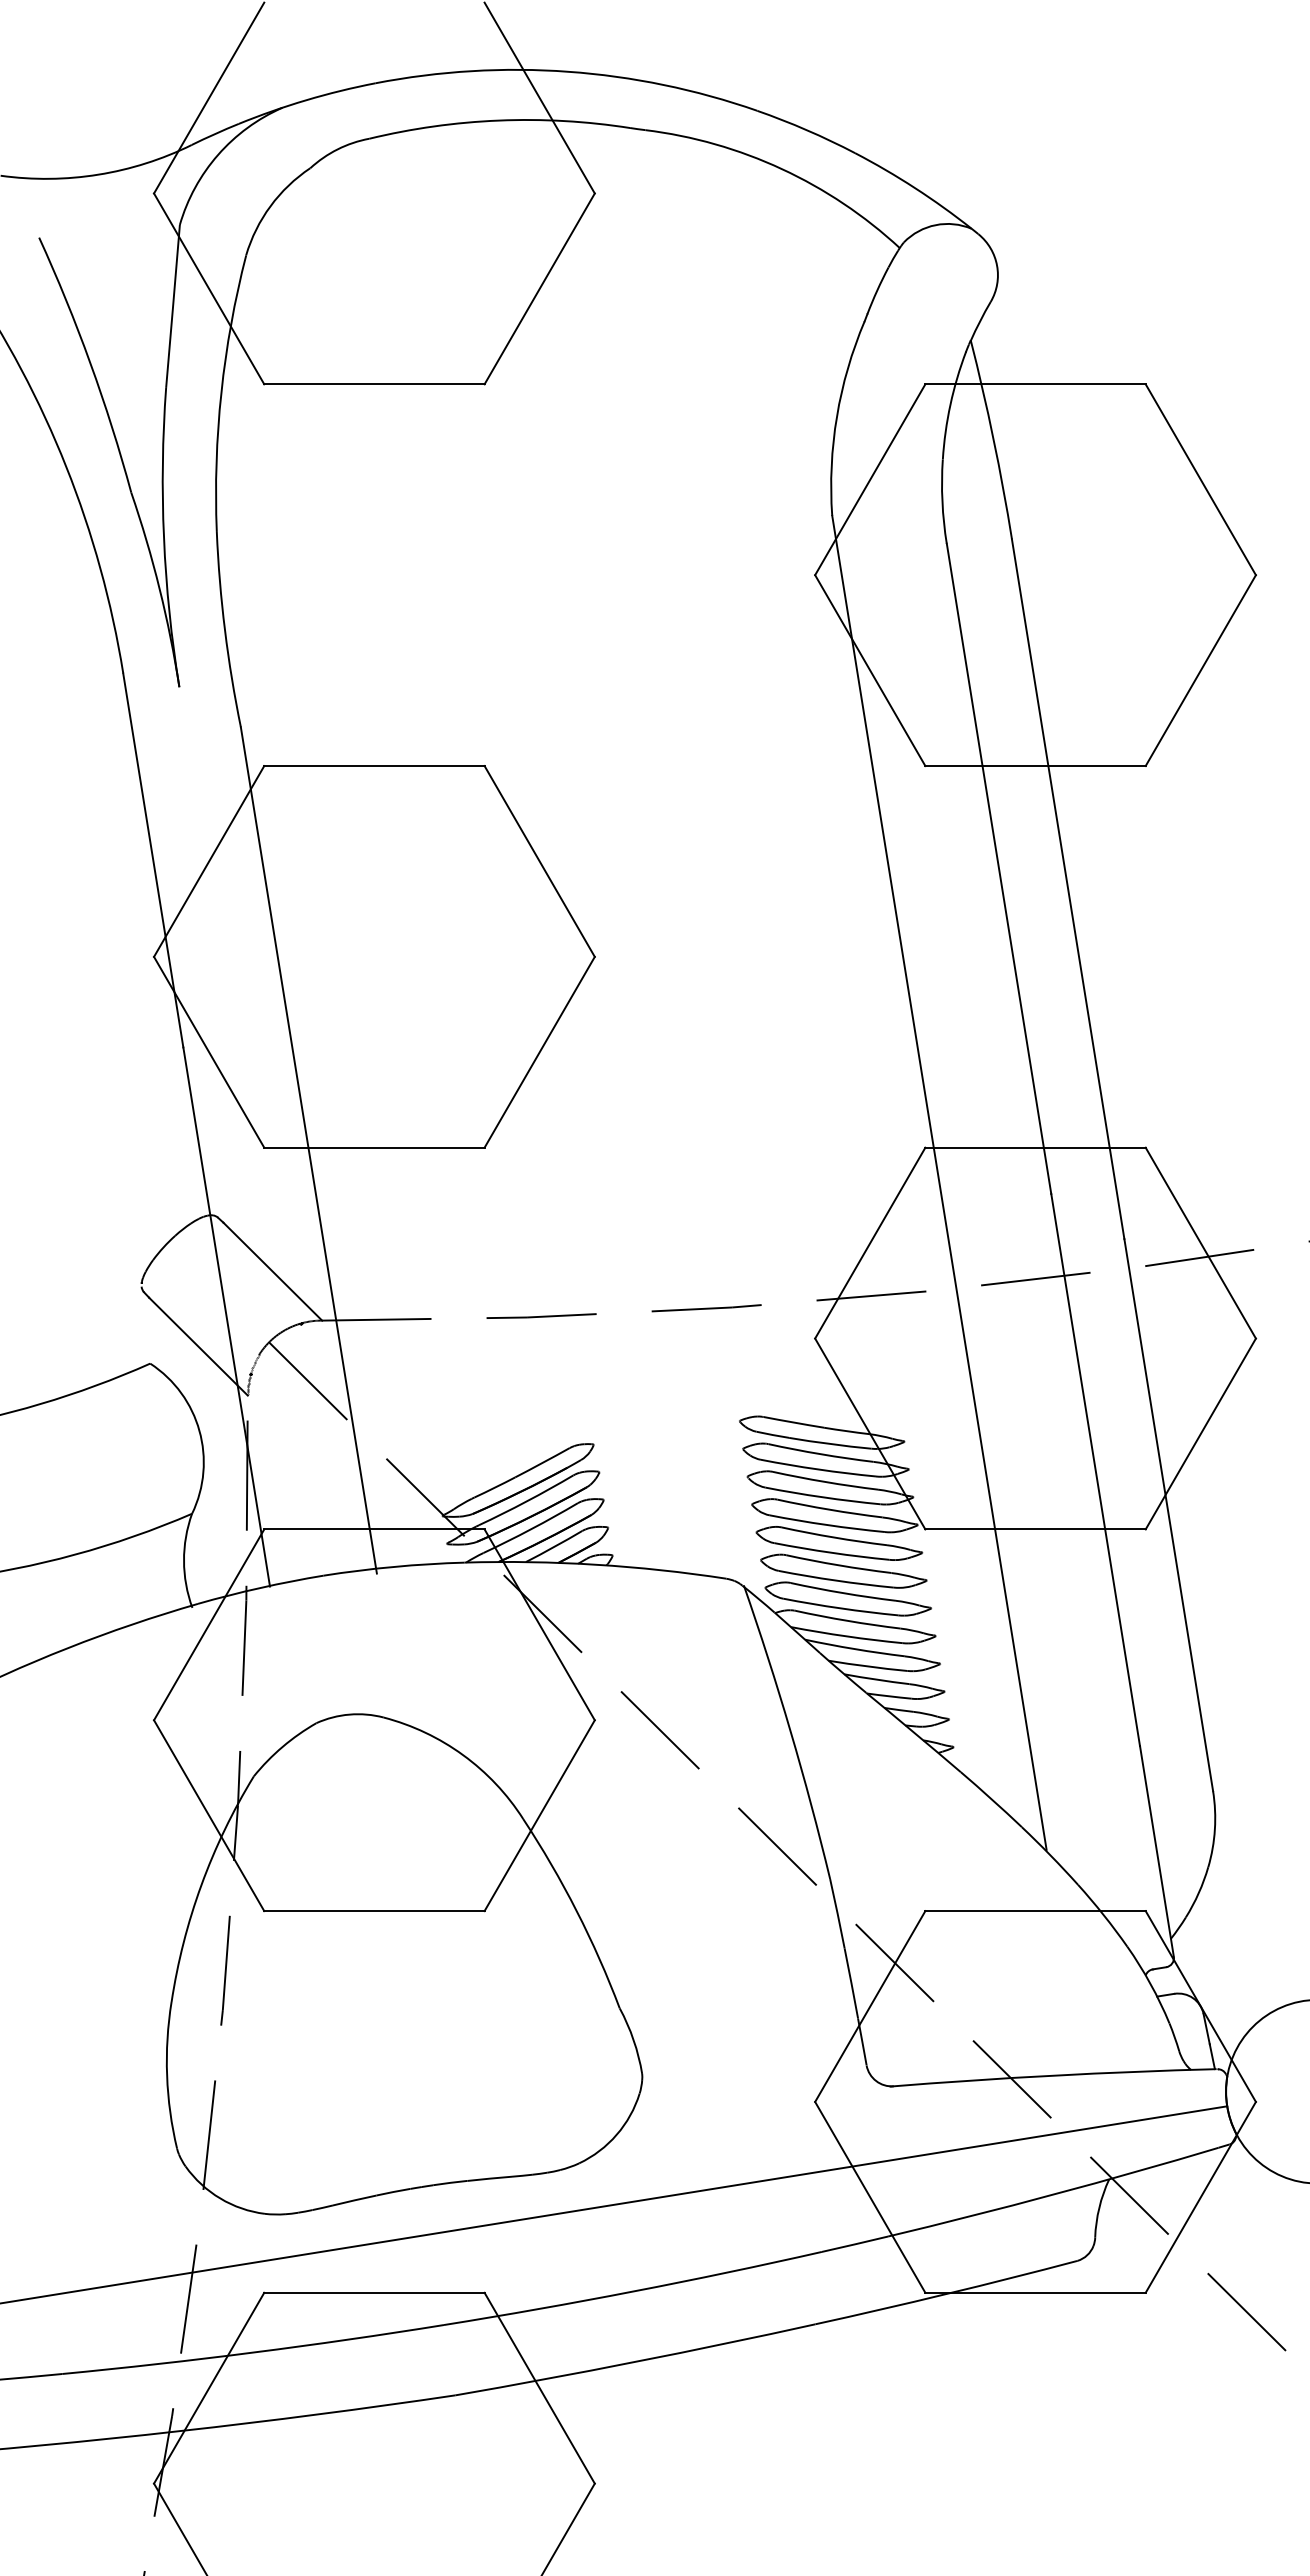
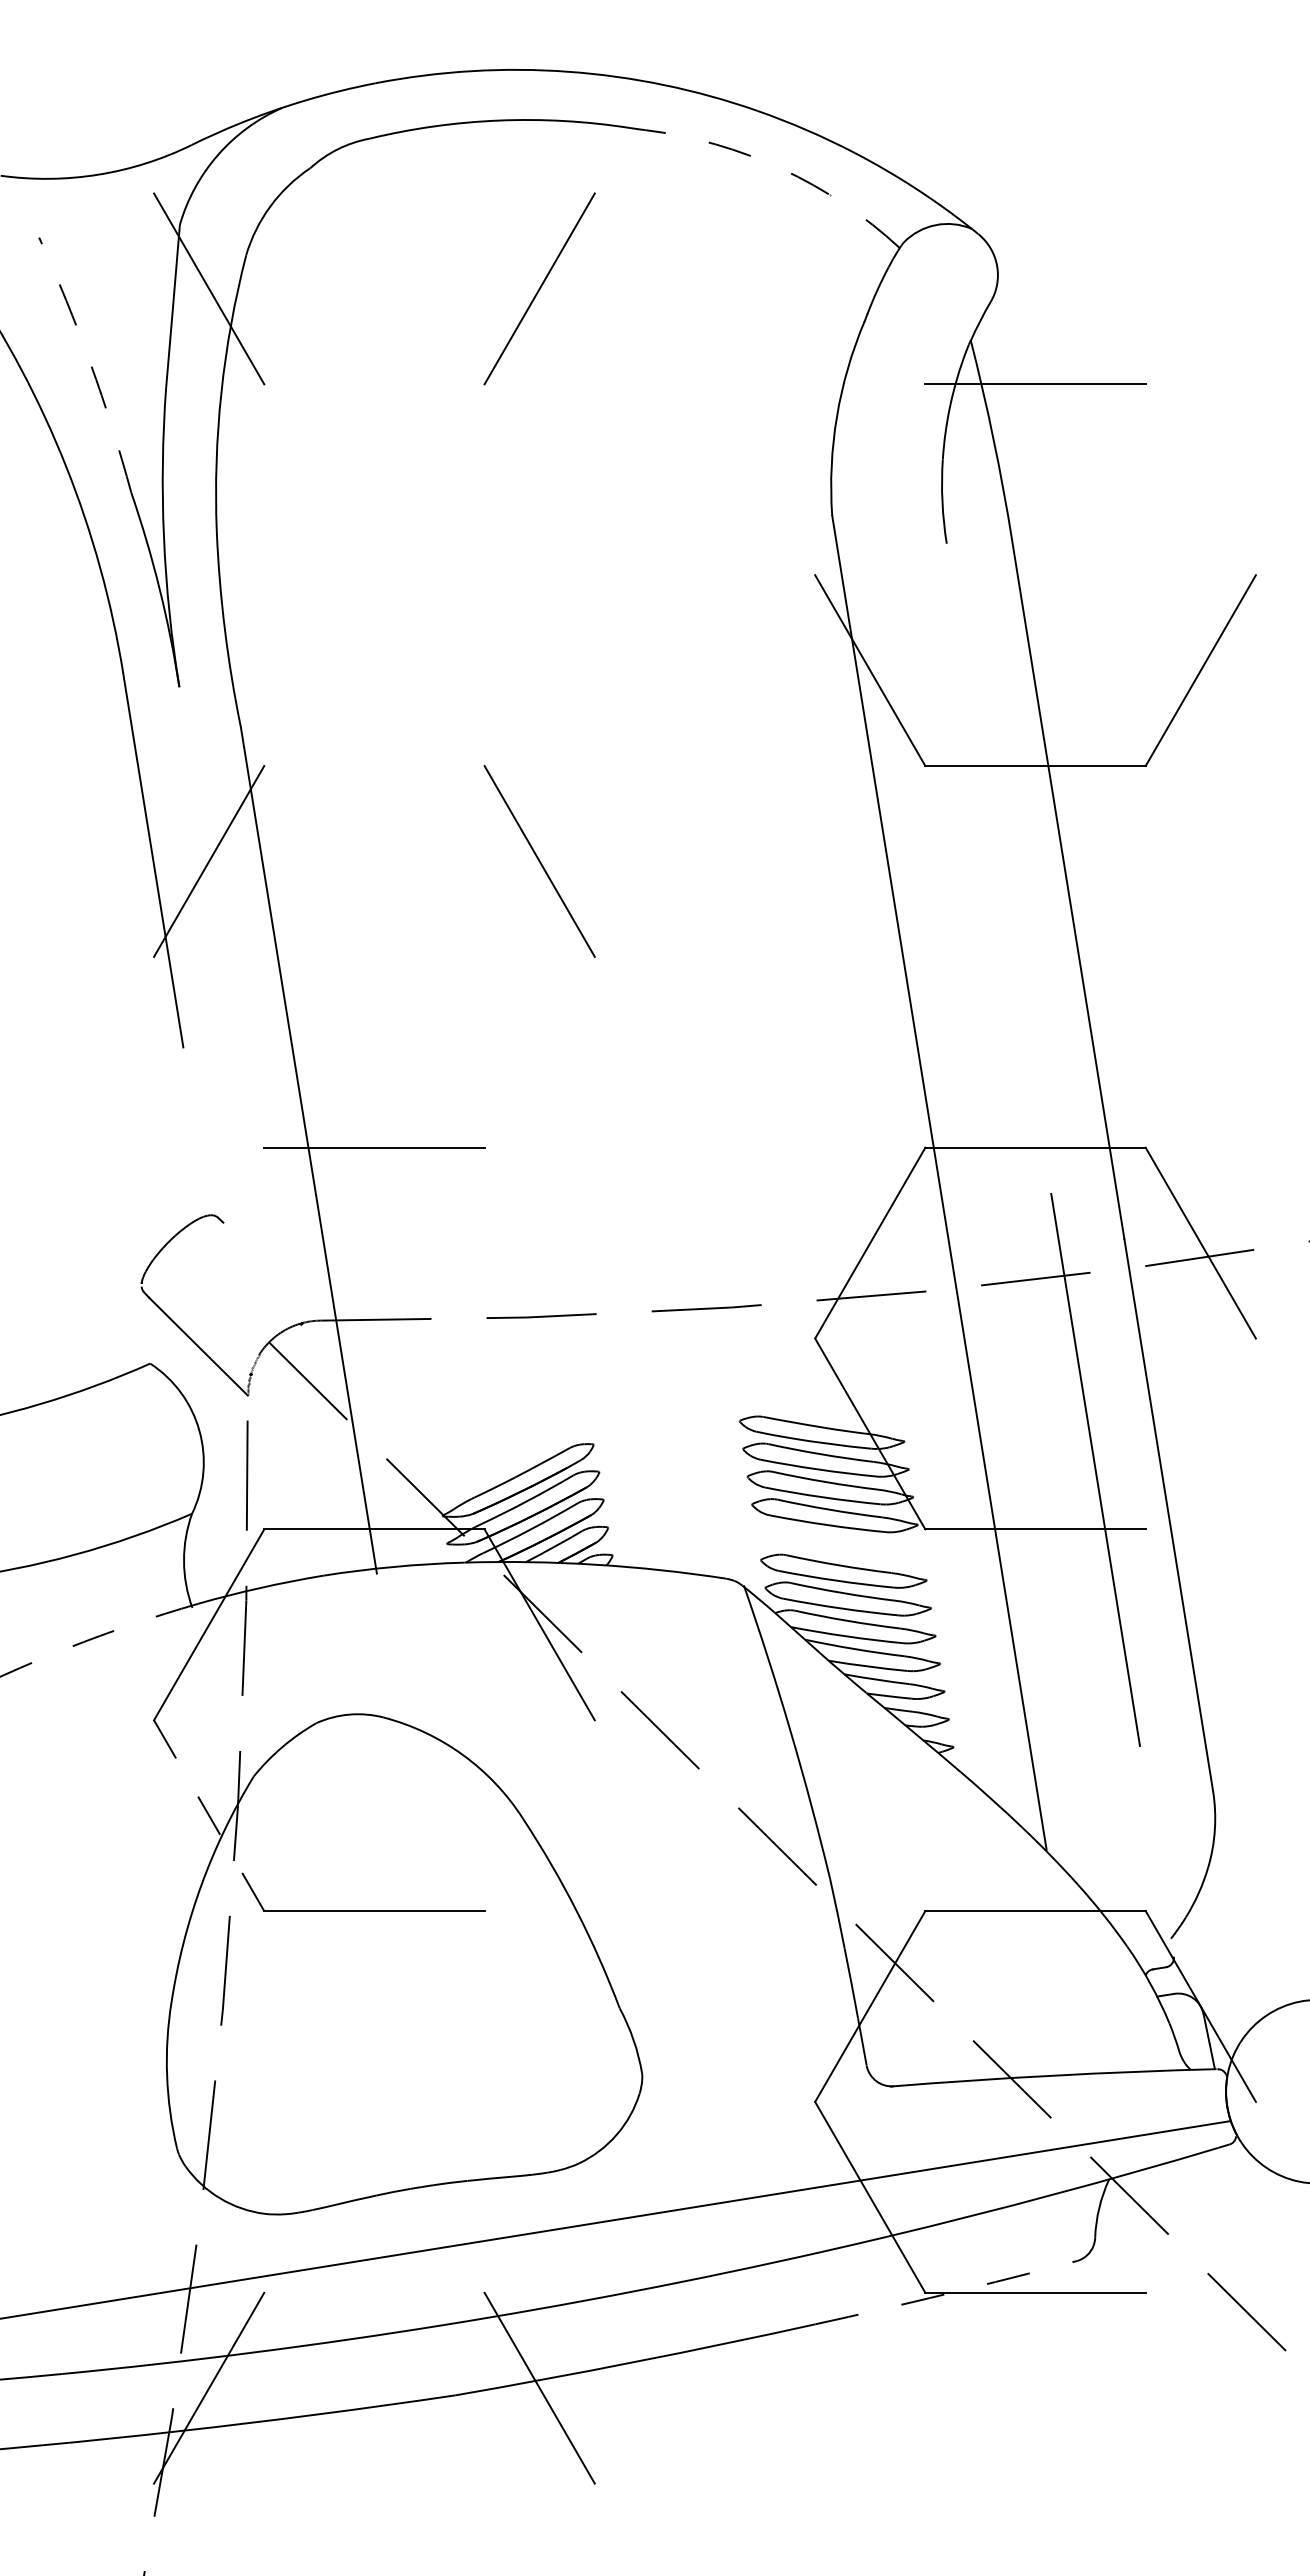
line at (209, 97): present -> none
line at (539, 97): present -> none
arc at (781, 169): solid -> dashed
arc at (90, 363): solid -> dashed
line at (374, 384): present -> none
line at (870, 479): present -> none
line at (1200, 479): present -> none
line at (374, 766): present -> none
line at (998, 868): present -> none
line at (209, 1051): present -> none
line at (539, 1051): present -> none
line at (272, 1271): present -> none
line at (226, 1316): present -> none
line at (1200, 1433): present -> none
part at (839, 1543): present -> none
arc at (97, 1636): solid -> dashed
line at (208, 1815): solid -> dashed
line at (539, 1815): present -> none
line at (1156, 1851): present -> none
line at (1200, 2196): present -> none
line at (614, 2204) position: (614, 2204) -> (615, 2219)
line at (374, 2292): present -> none
arc at (946, 2294): solid -> dashed
line at (179, 2527): present -> none
line at (568, 2527): present -> none
